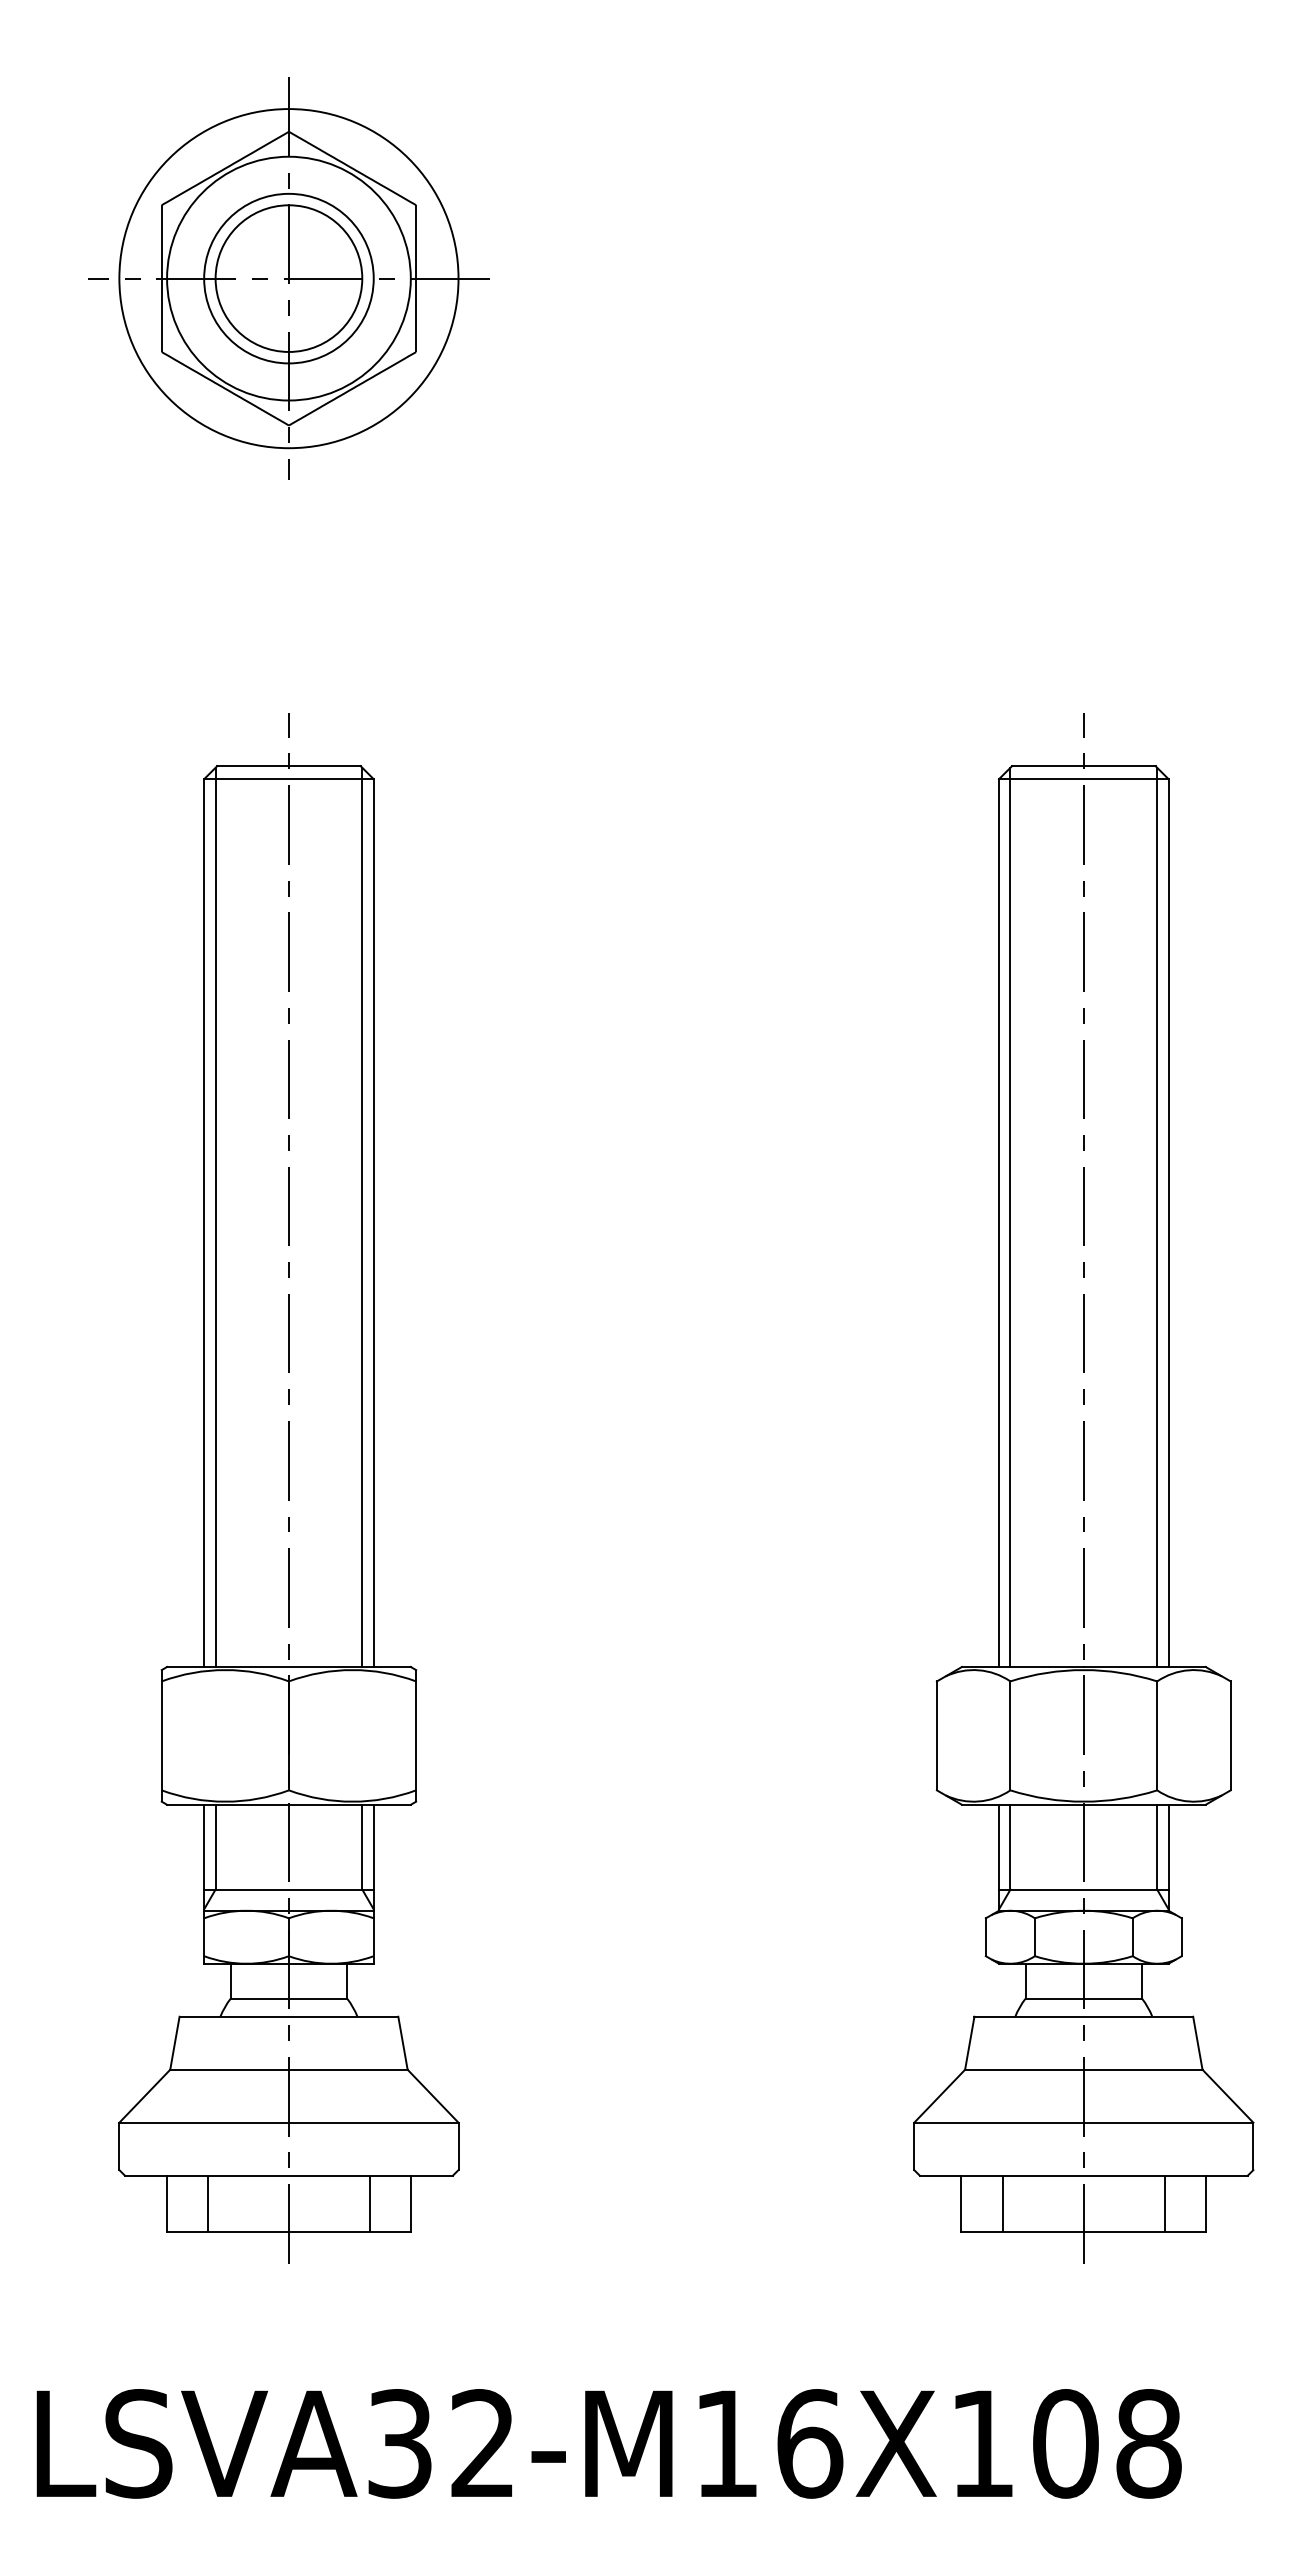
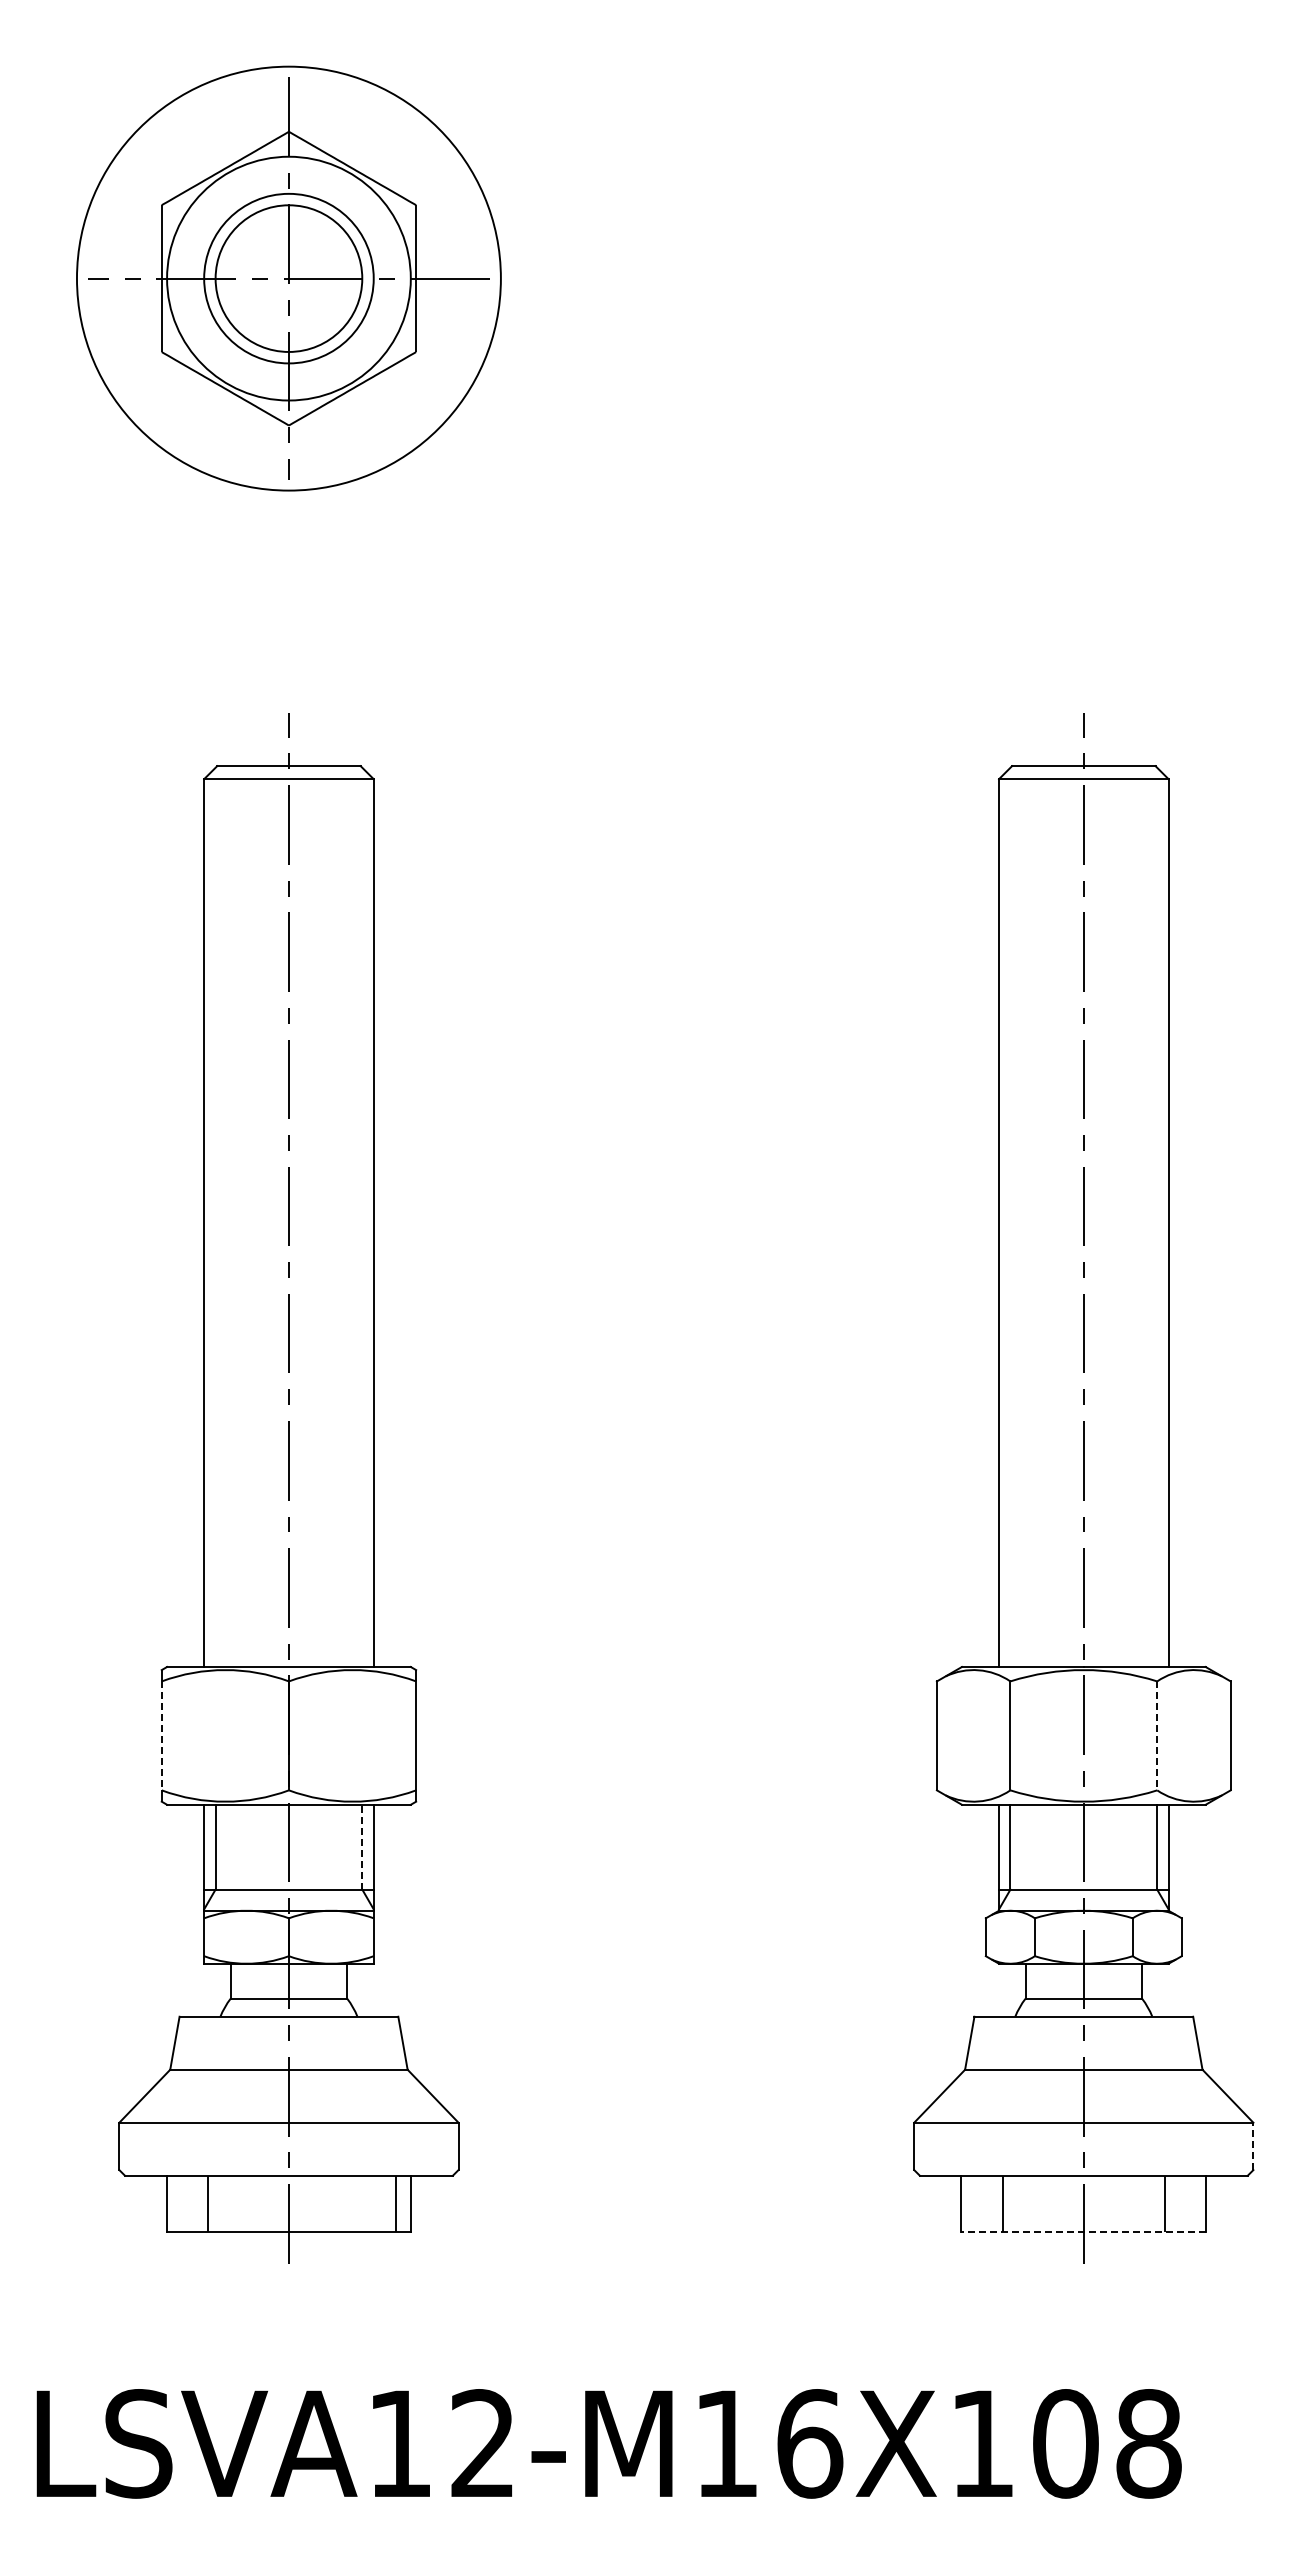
circle at (288, 278) diameter: 339 px -> 424 px
line at (215, 1217): present -> none
line at (362, 1217): present -> none
line at (1010, 1217): present -> none
line at (1157, 1217): present -> none
line at (161, 1736): solid -> dashed
line at (1157, 1736): solid -> dashed
line at (362, 1846): solid -> dashed
line at (1253, 2146): solid -> dashed
line at (370, 2203) position: (370, 2203) -> (396, 2203)
line at (1083, 2231): solid -> dashed
text at (399, 2443): LSVA32-M16X108 -> LSVA12-M16X108
